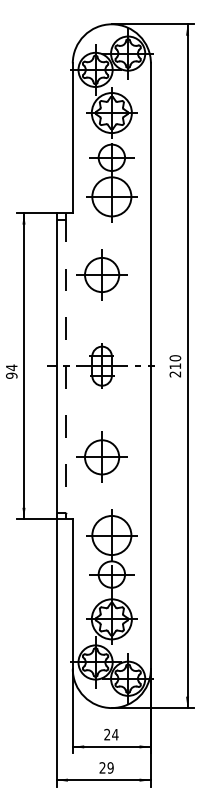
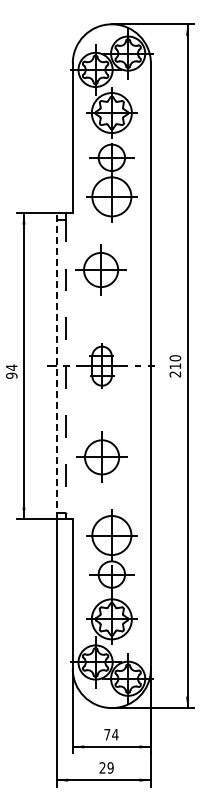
part at (101, 274) position: (101, 274) -> (100, 269)
line at (56, 365): solid -> dashed
text at (107, 734): 24 -> 74
